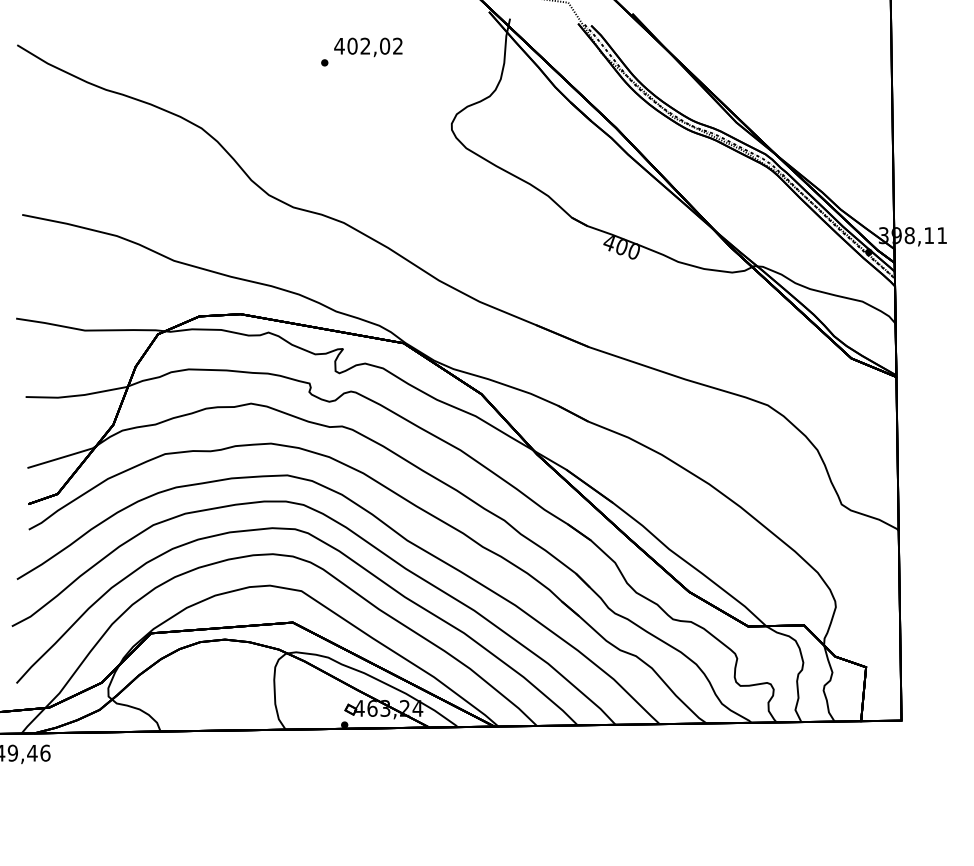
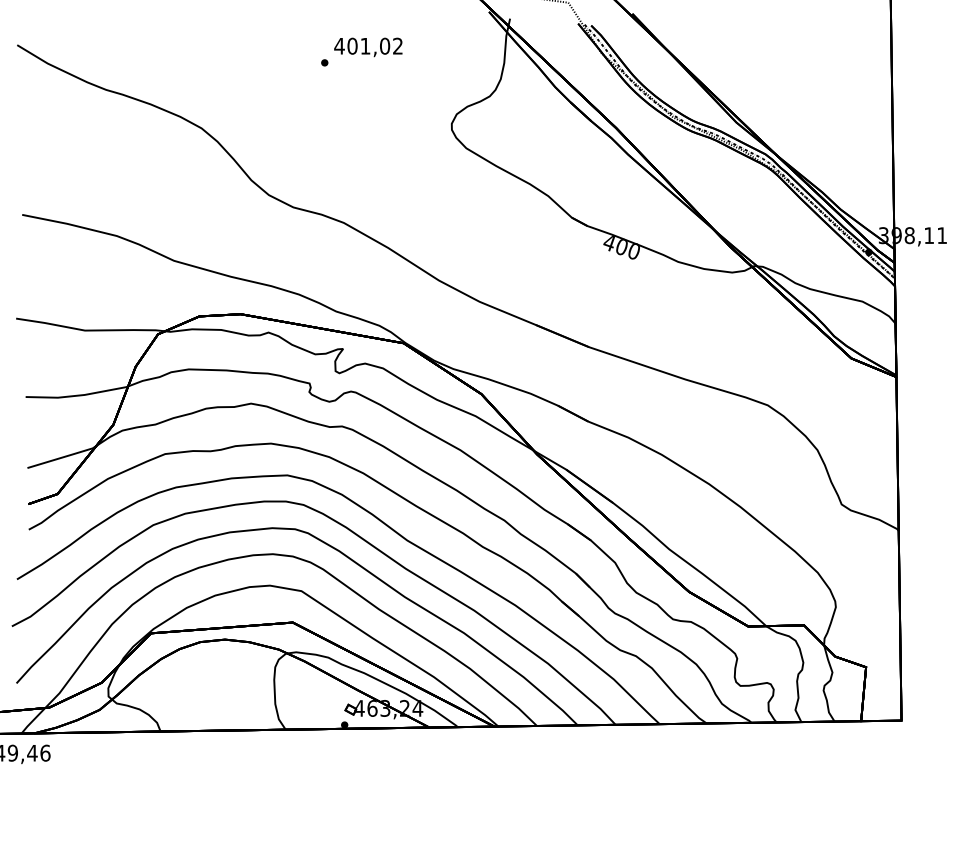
text at (365, 45): 402,02 -> 401,02
